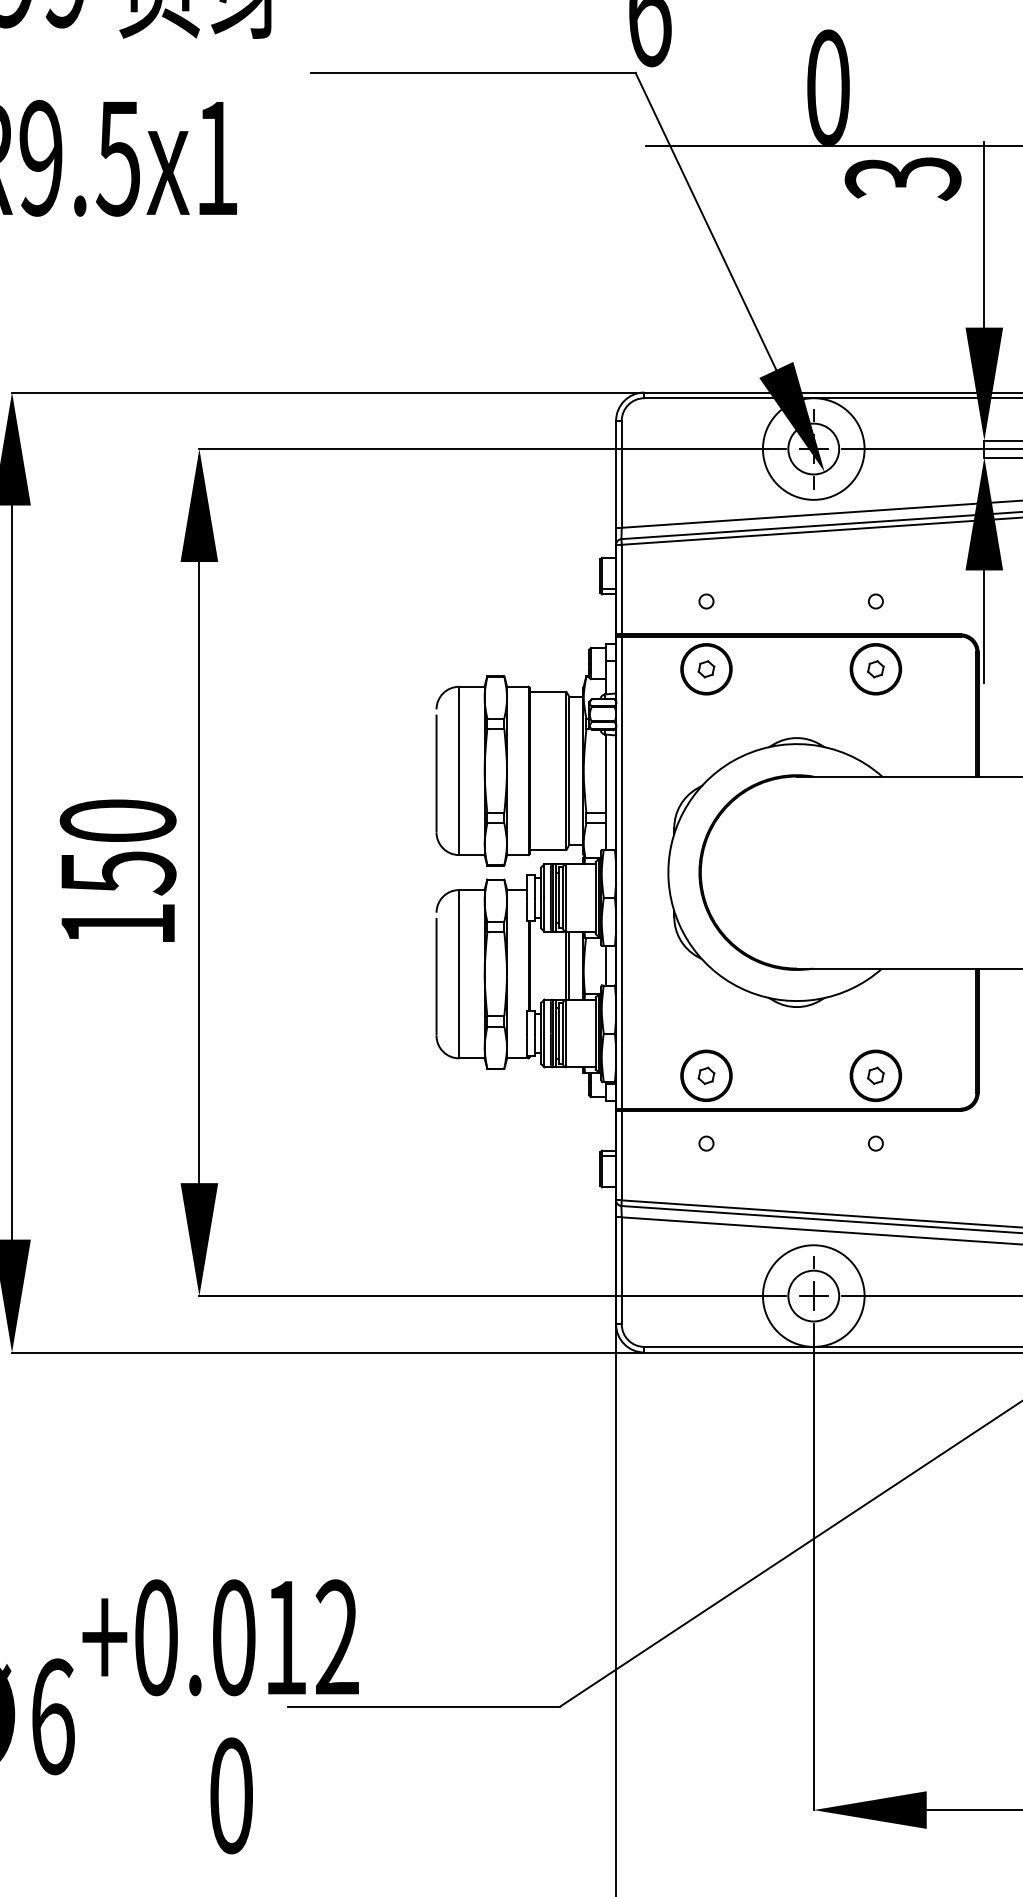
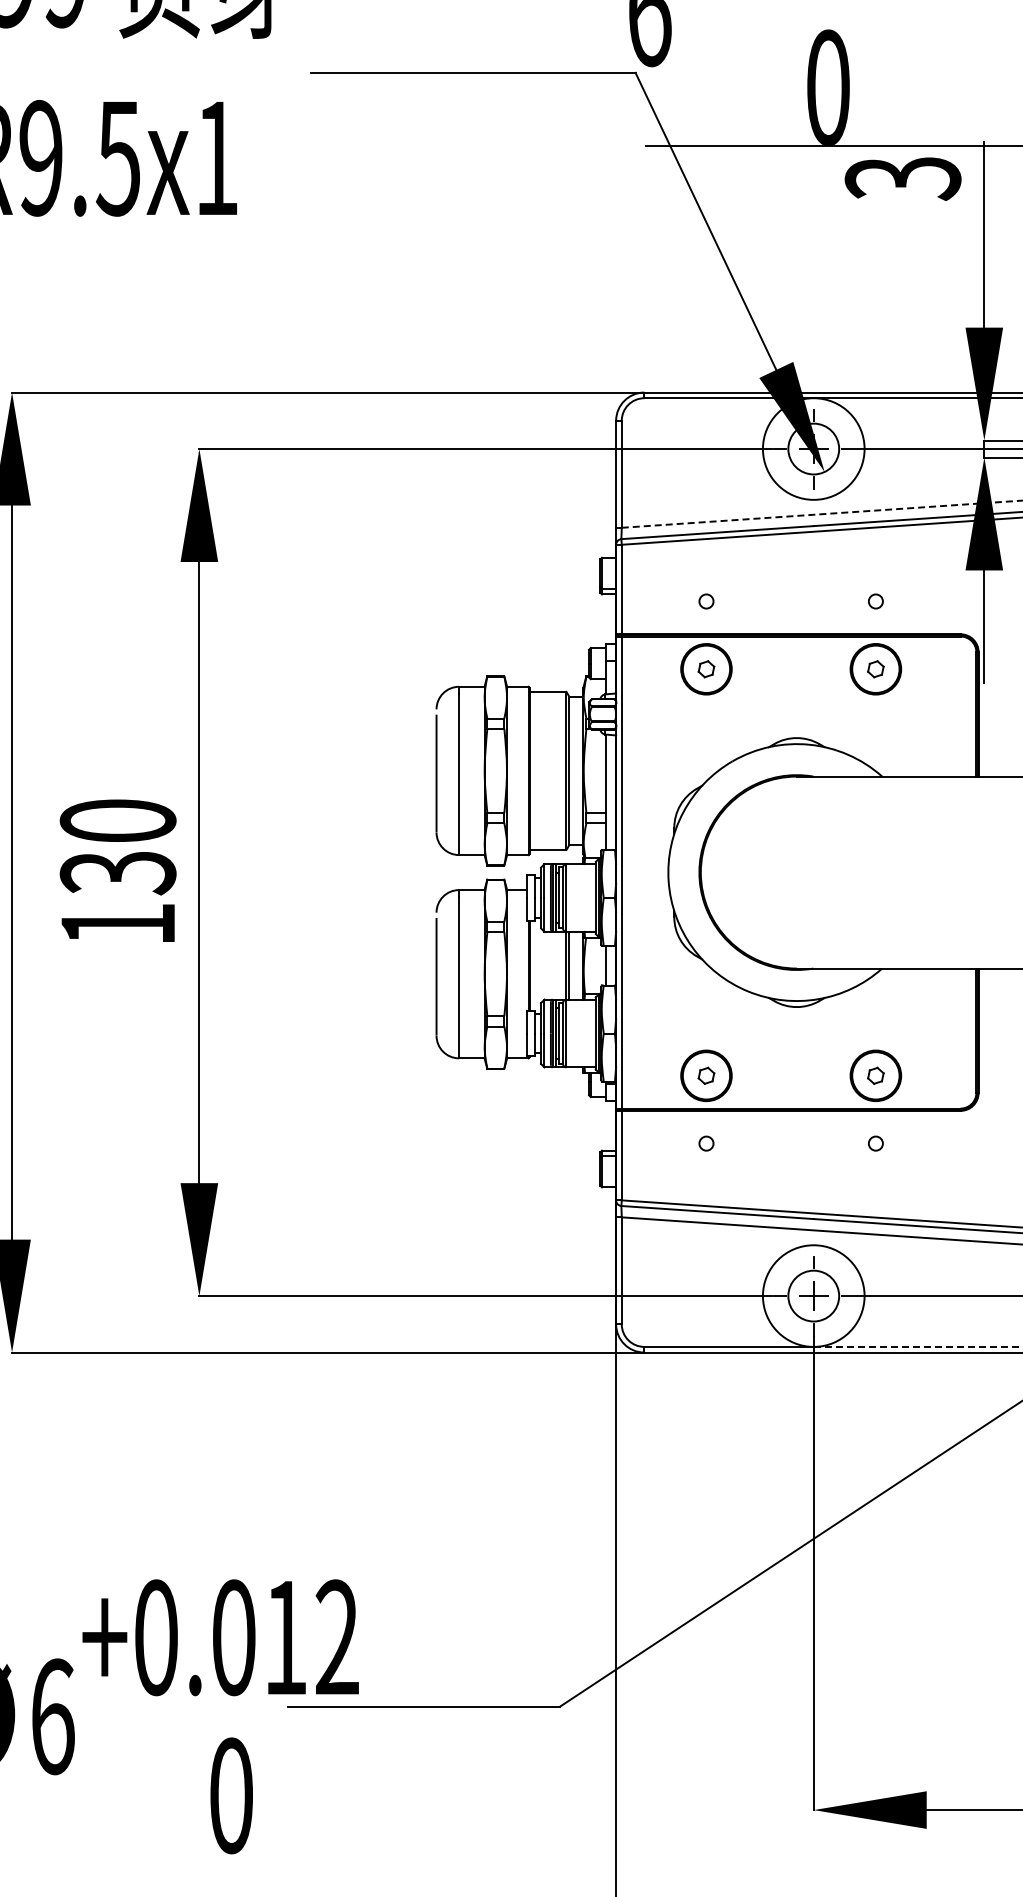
line at (822, 514): solid -> dashed
text at (117, 873): 150 -> 130
line at (918, 1346): solid -> dashed
